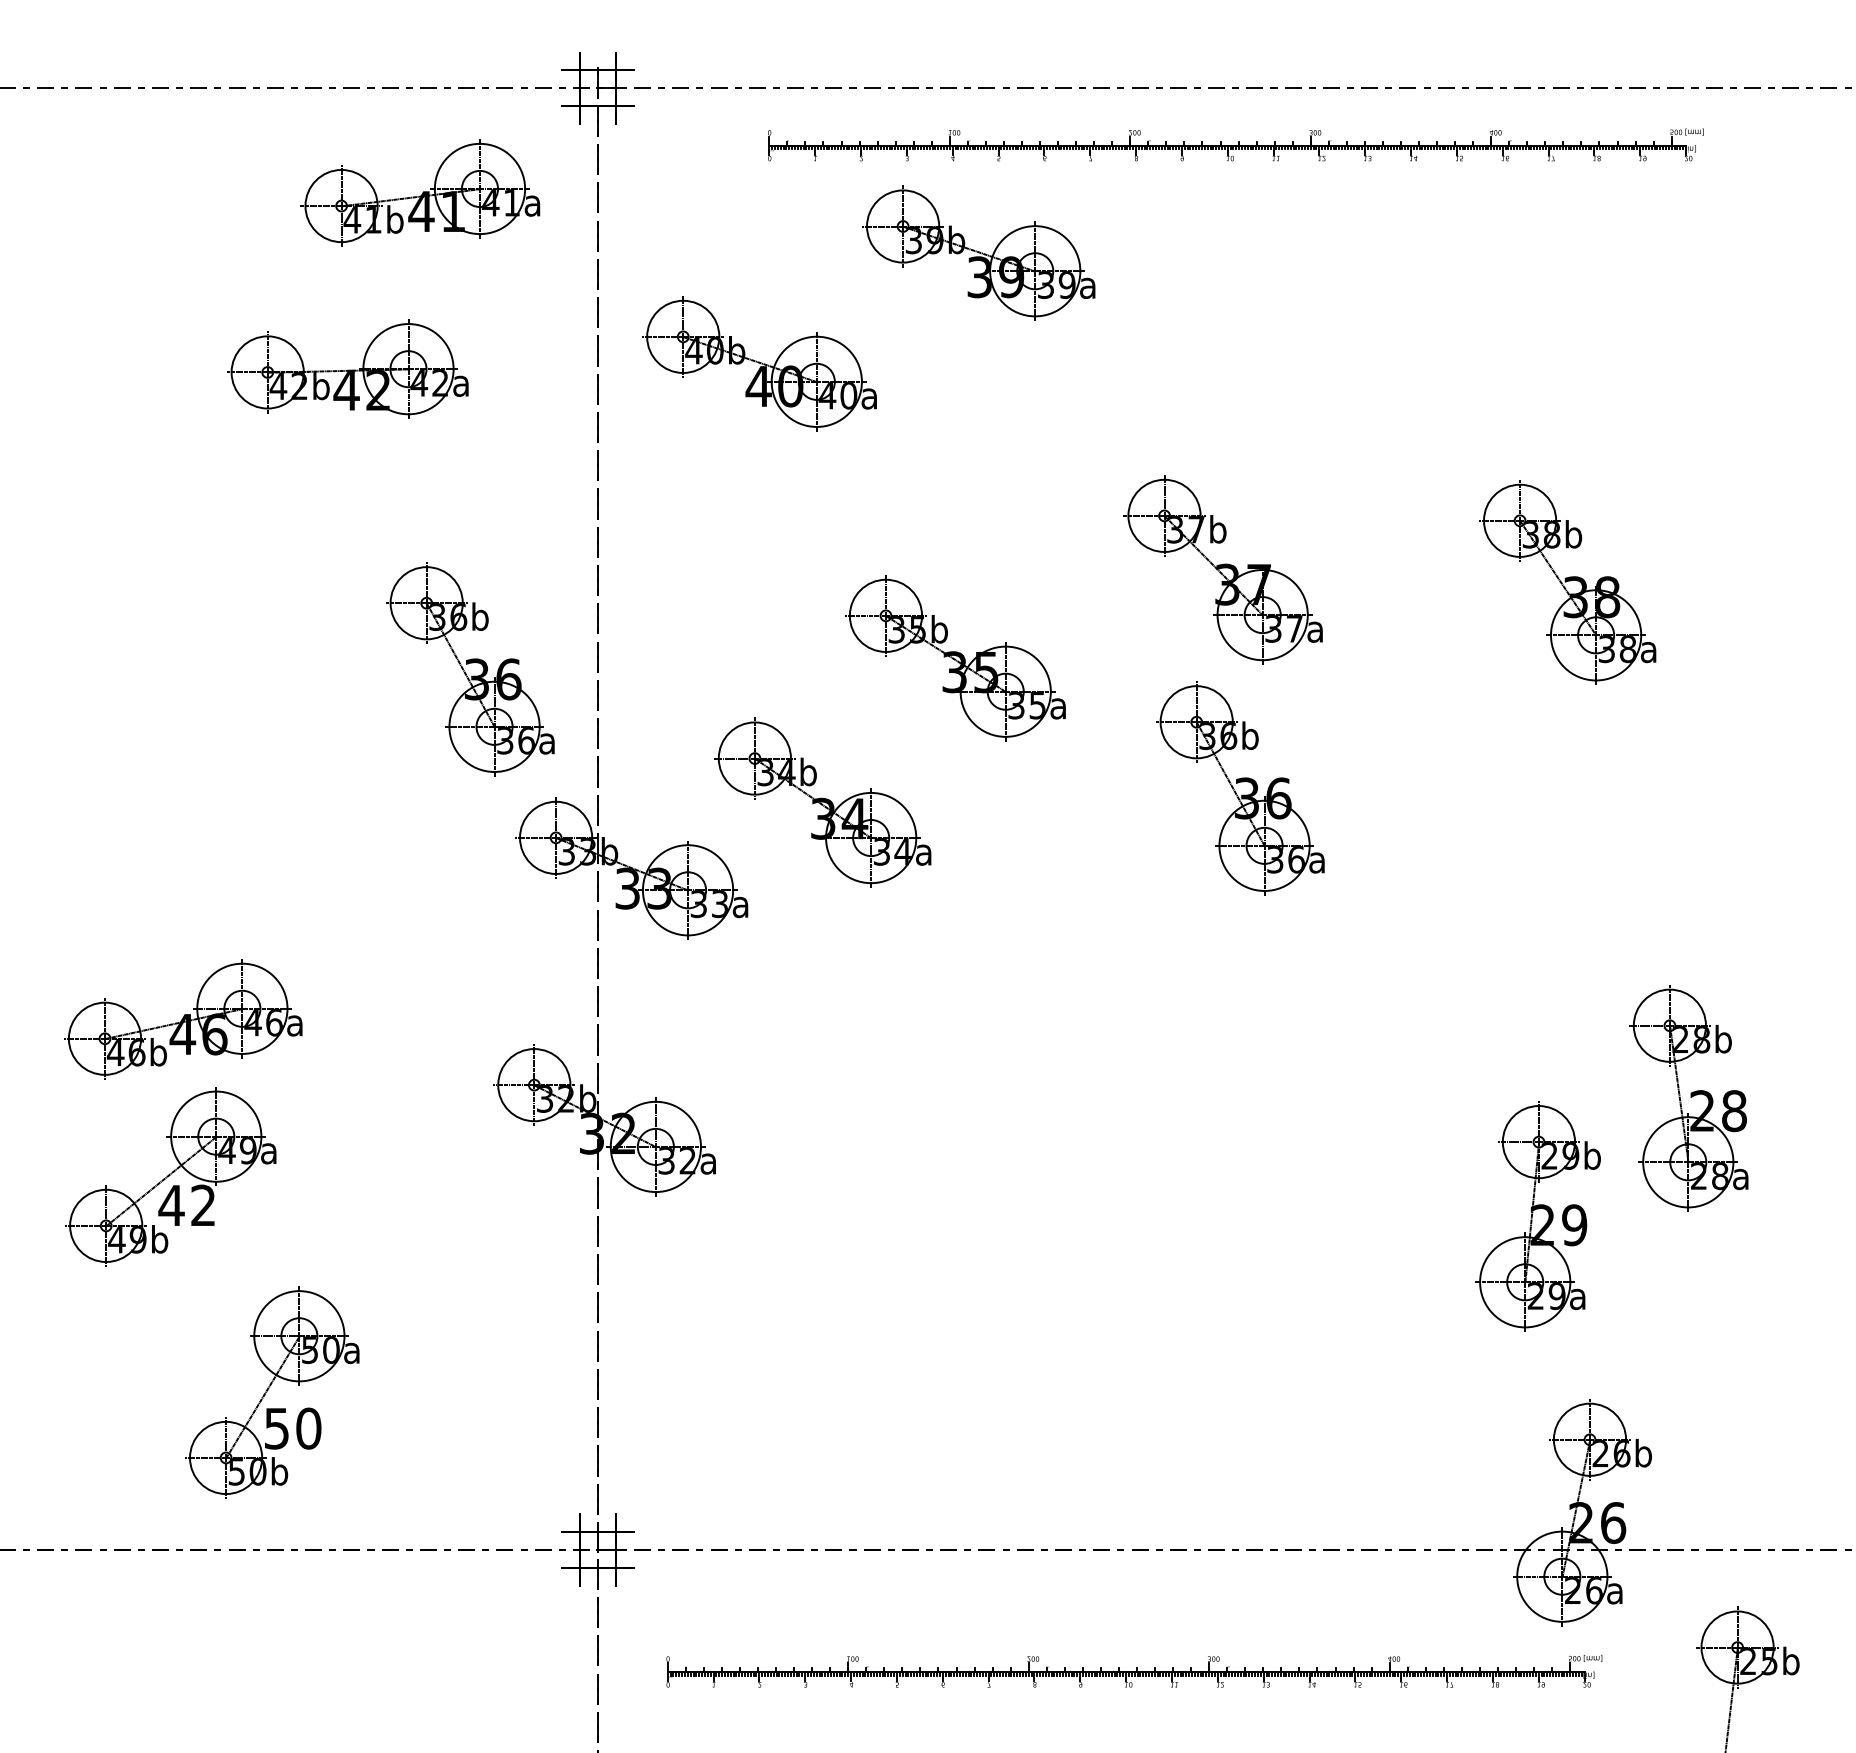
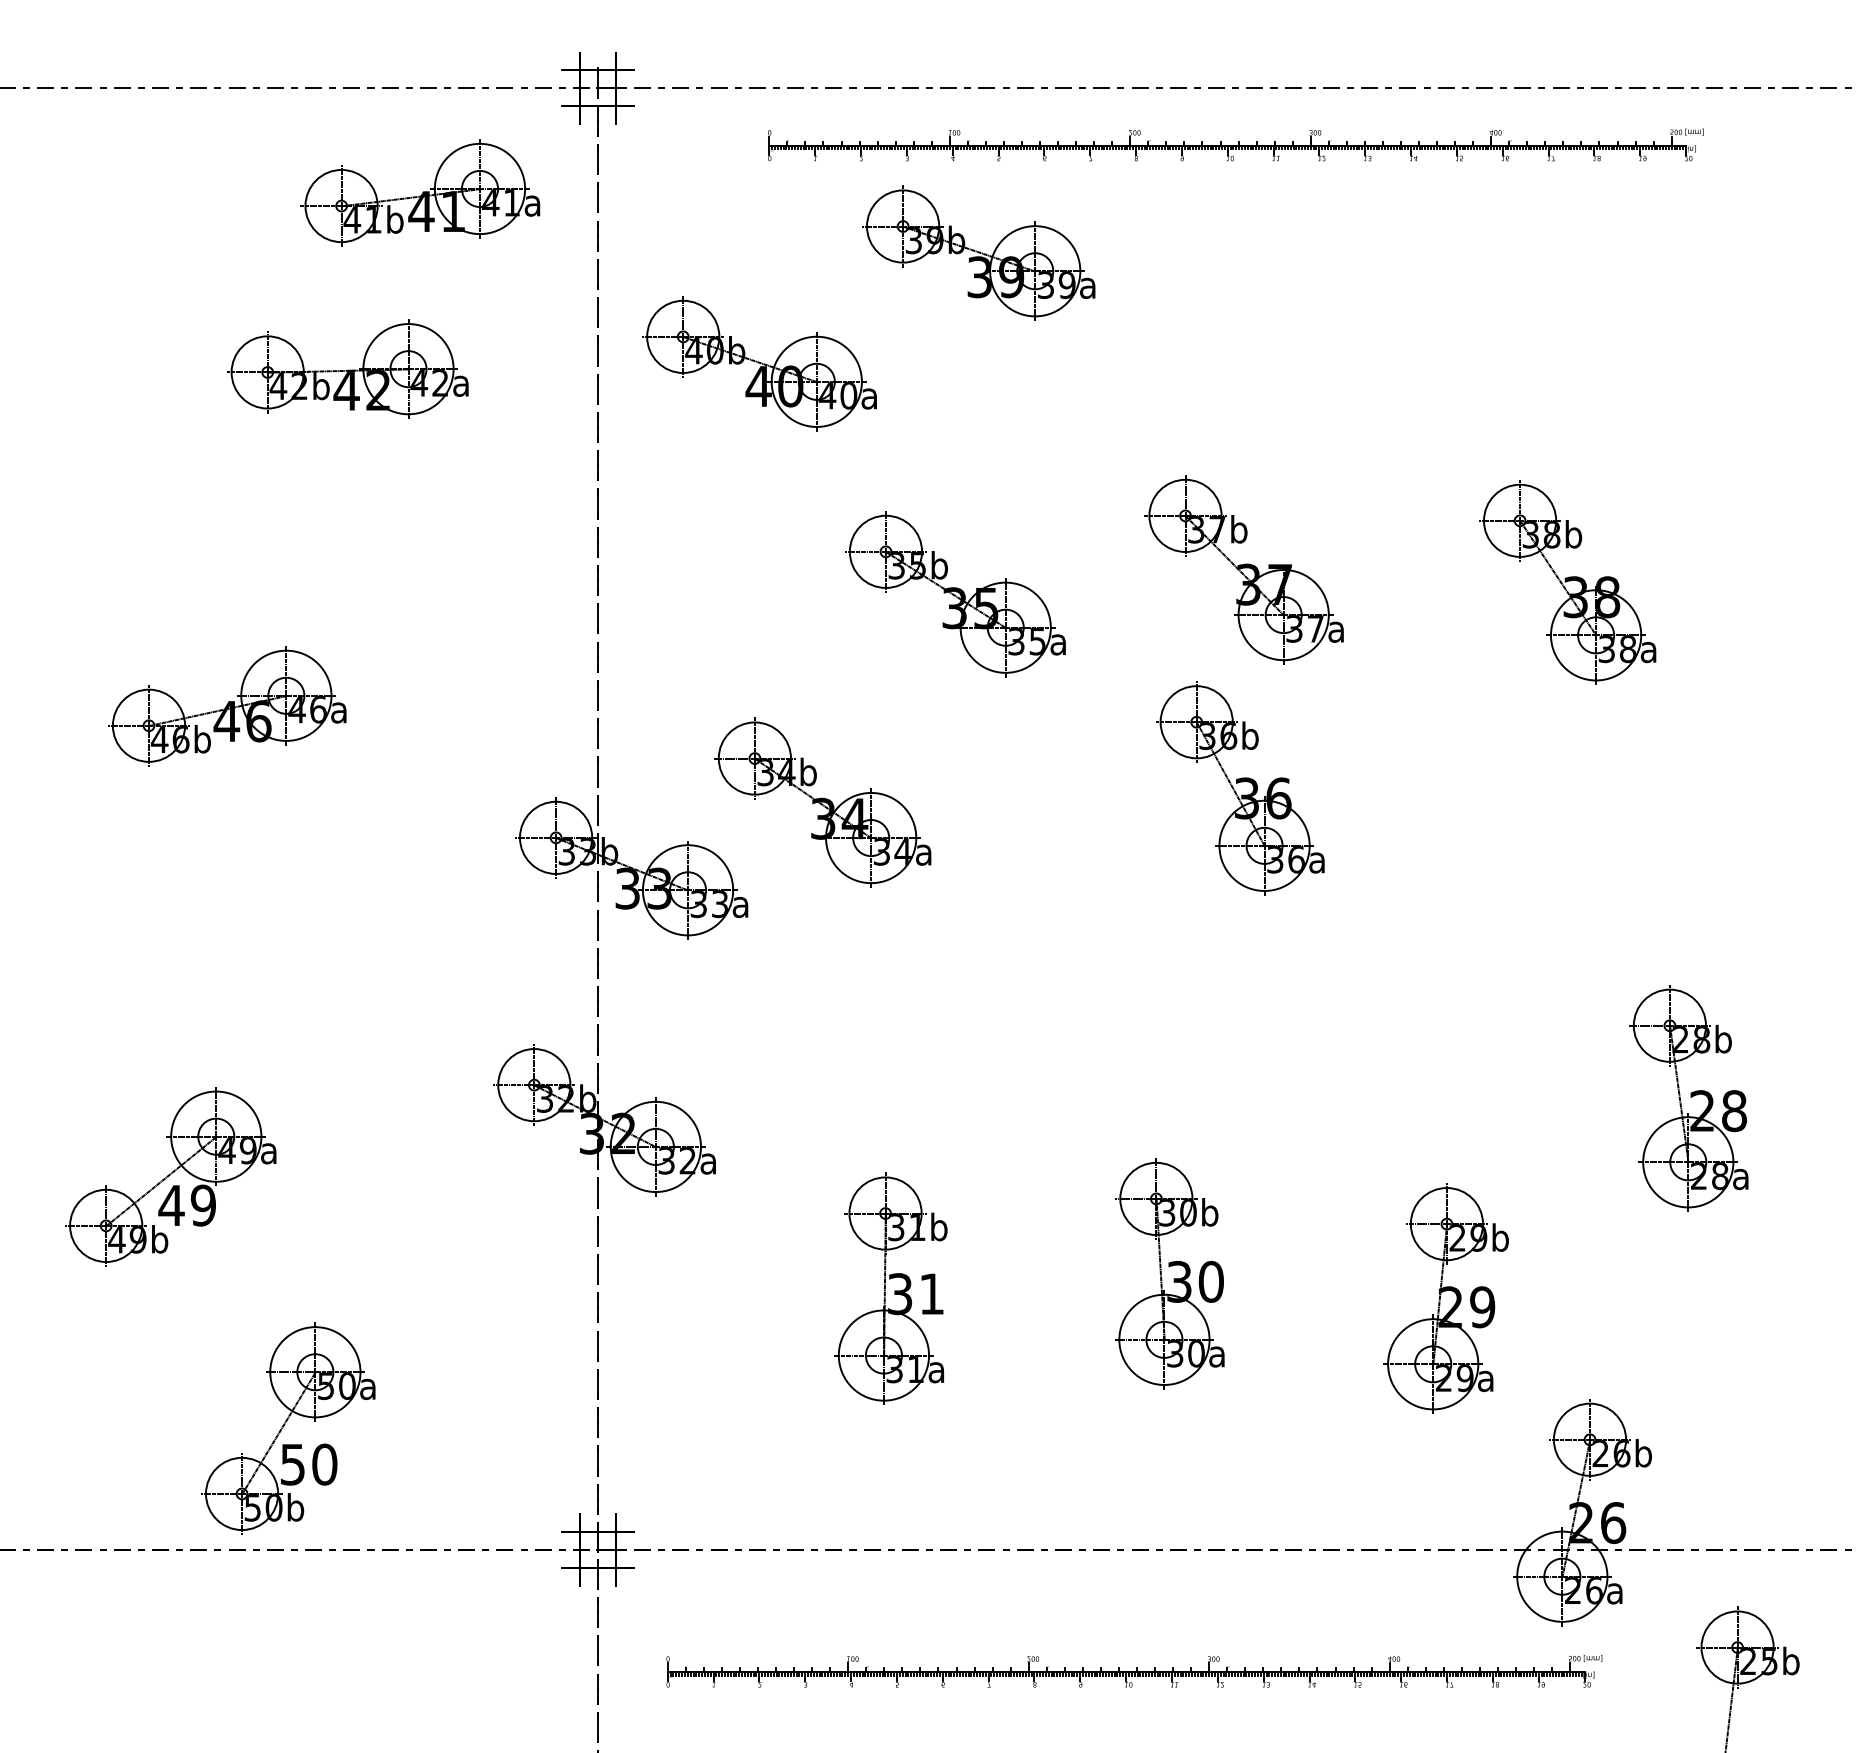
part at (1222, 569) position: (1222, 569) -> (1243, 569)
part at (955, 658) position: (955, 658) -> (955, 594)
part at (470, 669): present -> none
part at (183, 1019) position: (183, 1019) -> (227, 706)
text at (202, 1205): 42 -> 49
part at (1537, 1216) position: (1537, 1216) -> (1445, 1298)
part at (1169, 1273): none -> present
part at (890, 1288): none -> present
part at (272, 1392) position: (272, 1392) -> (288, 1428)
